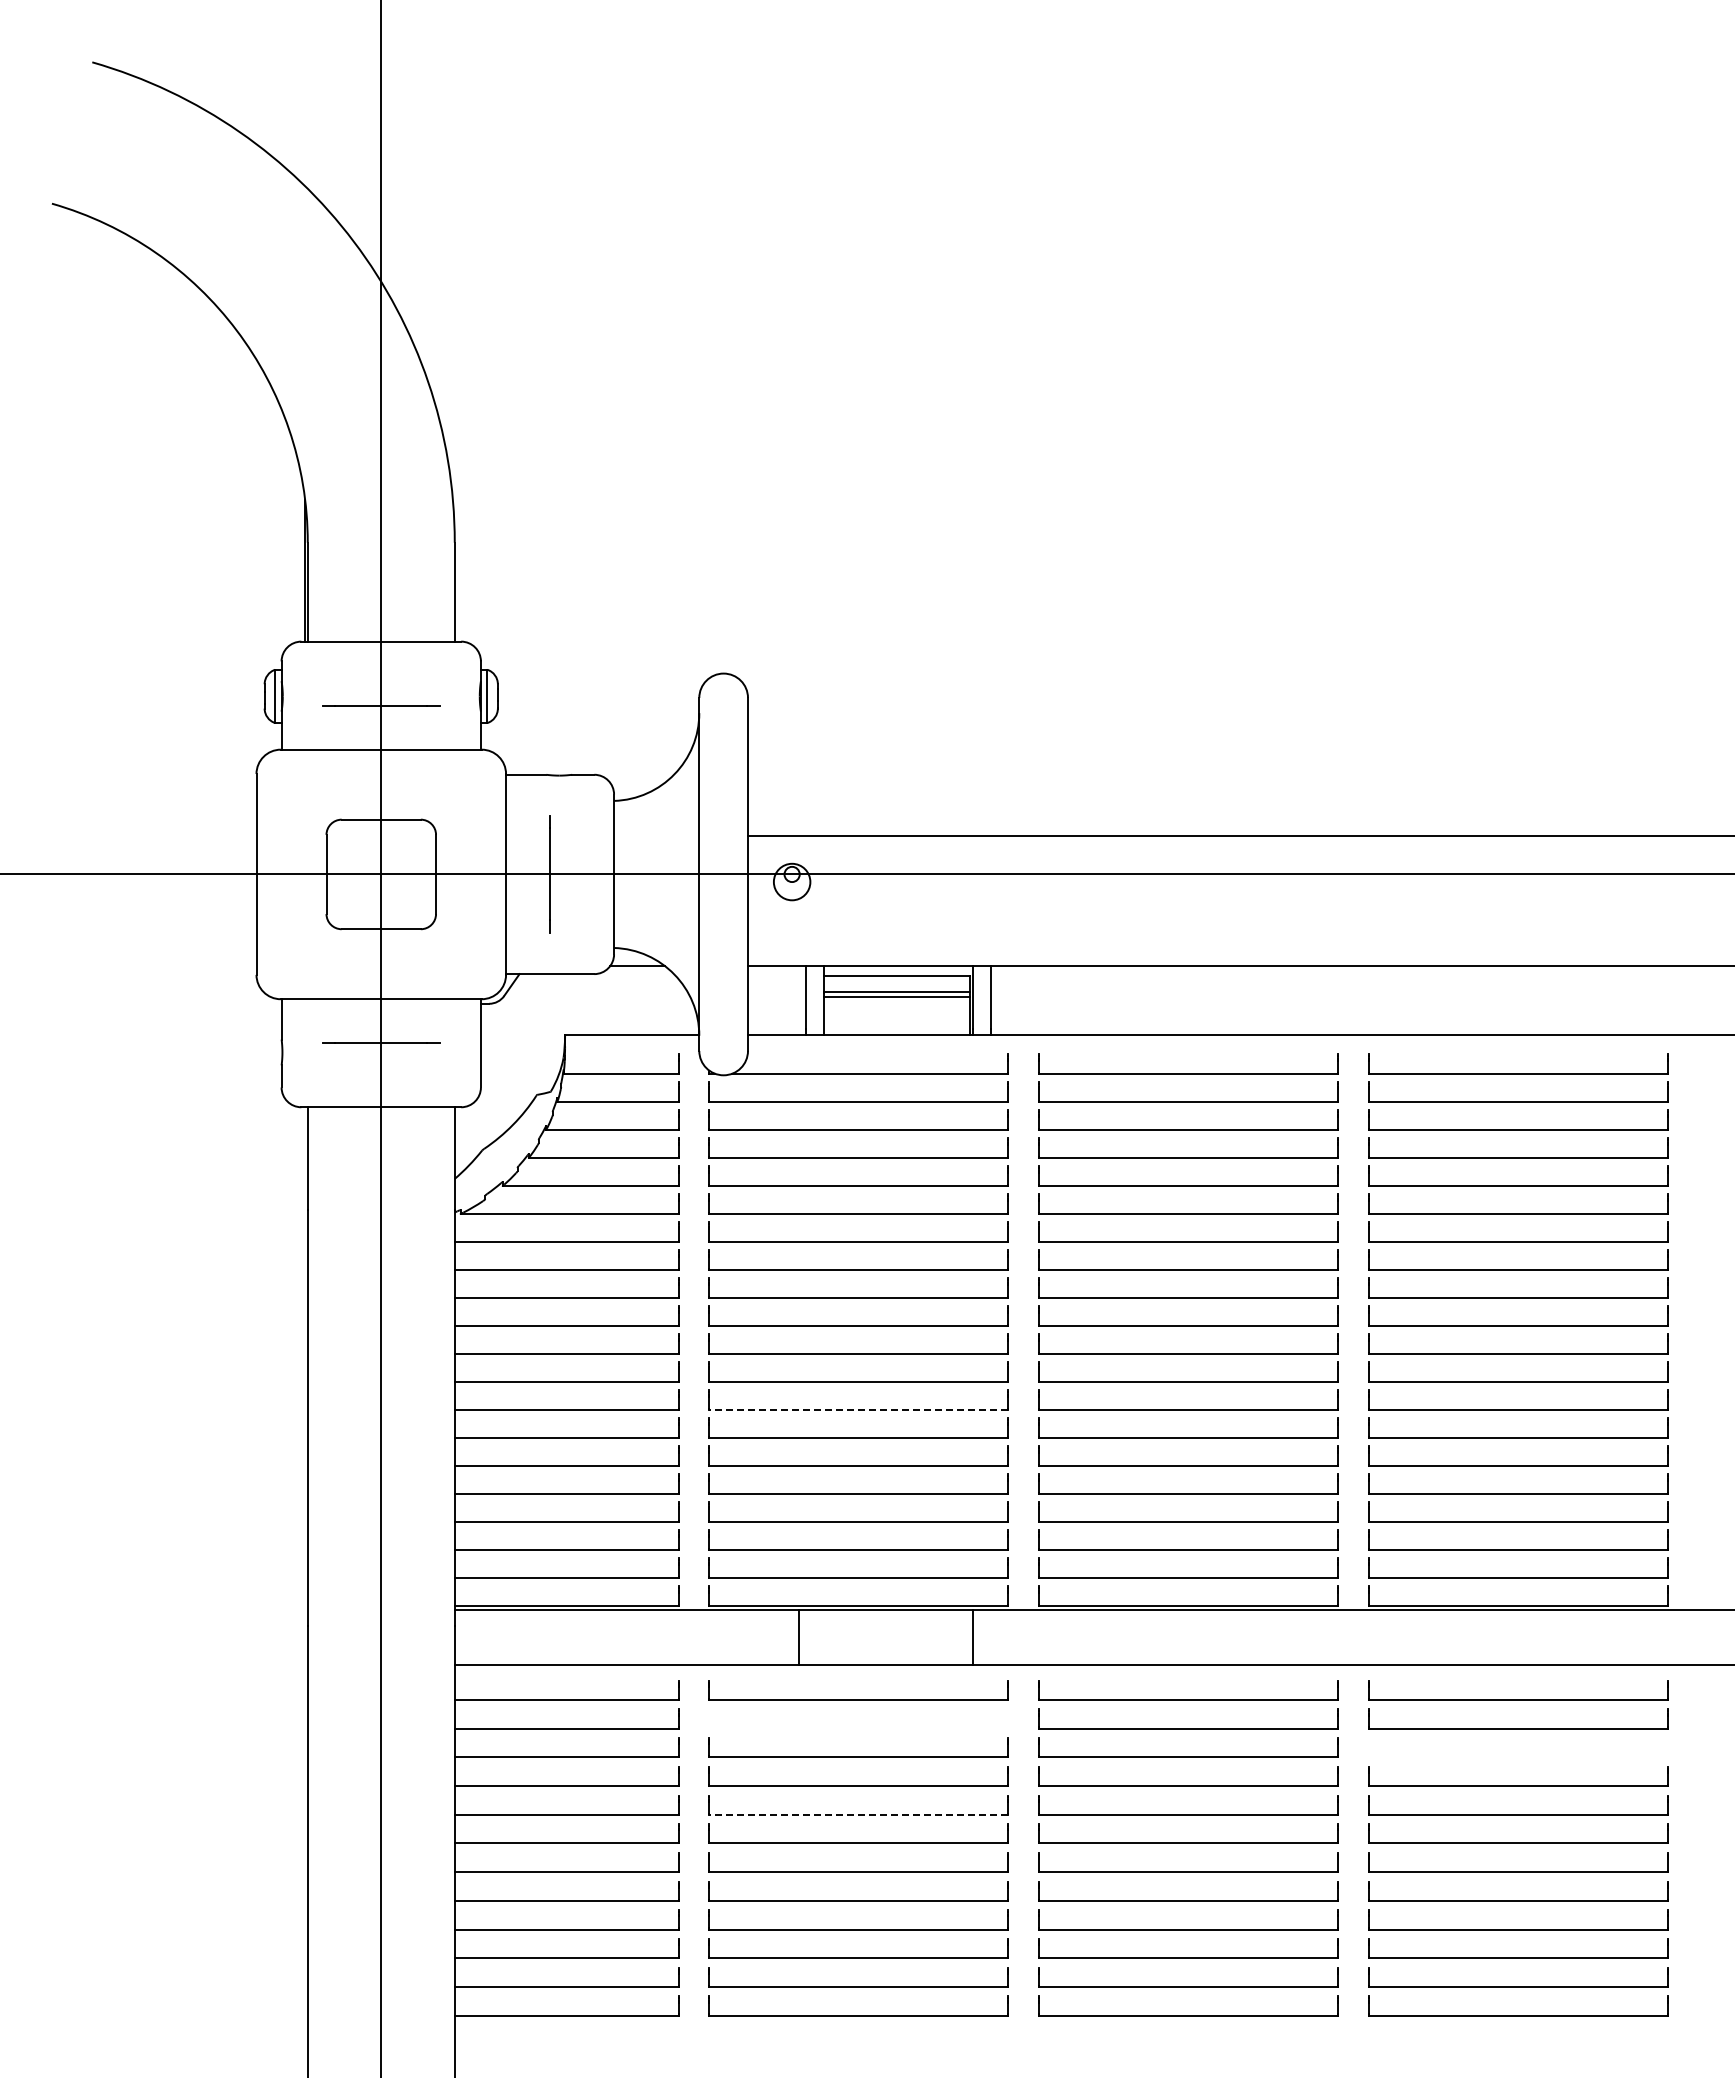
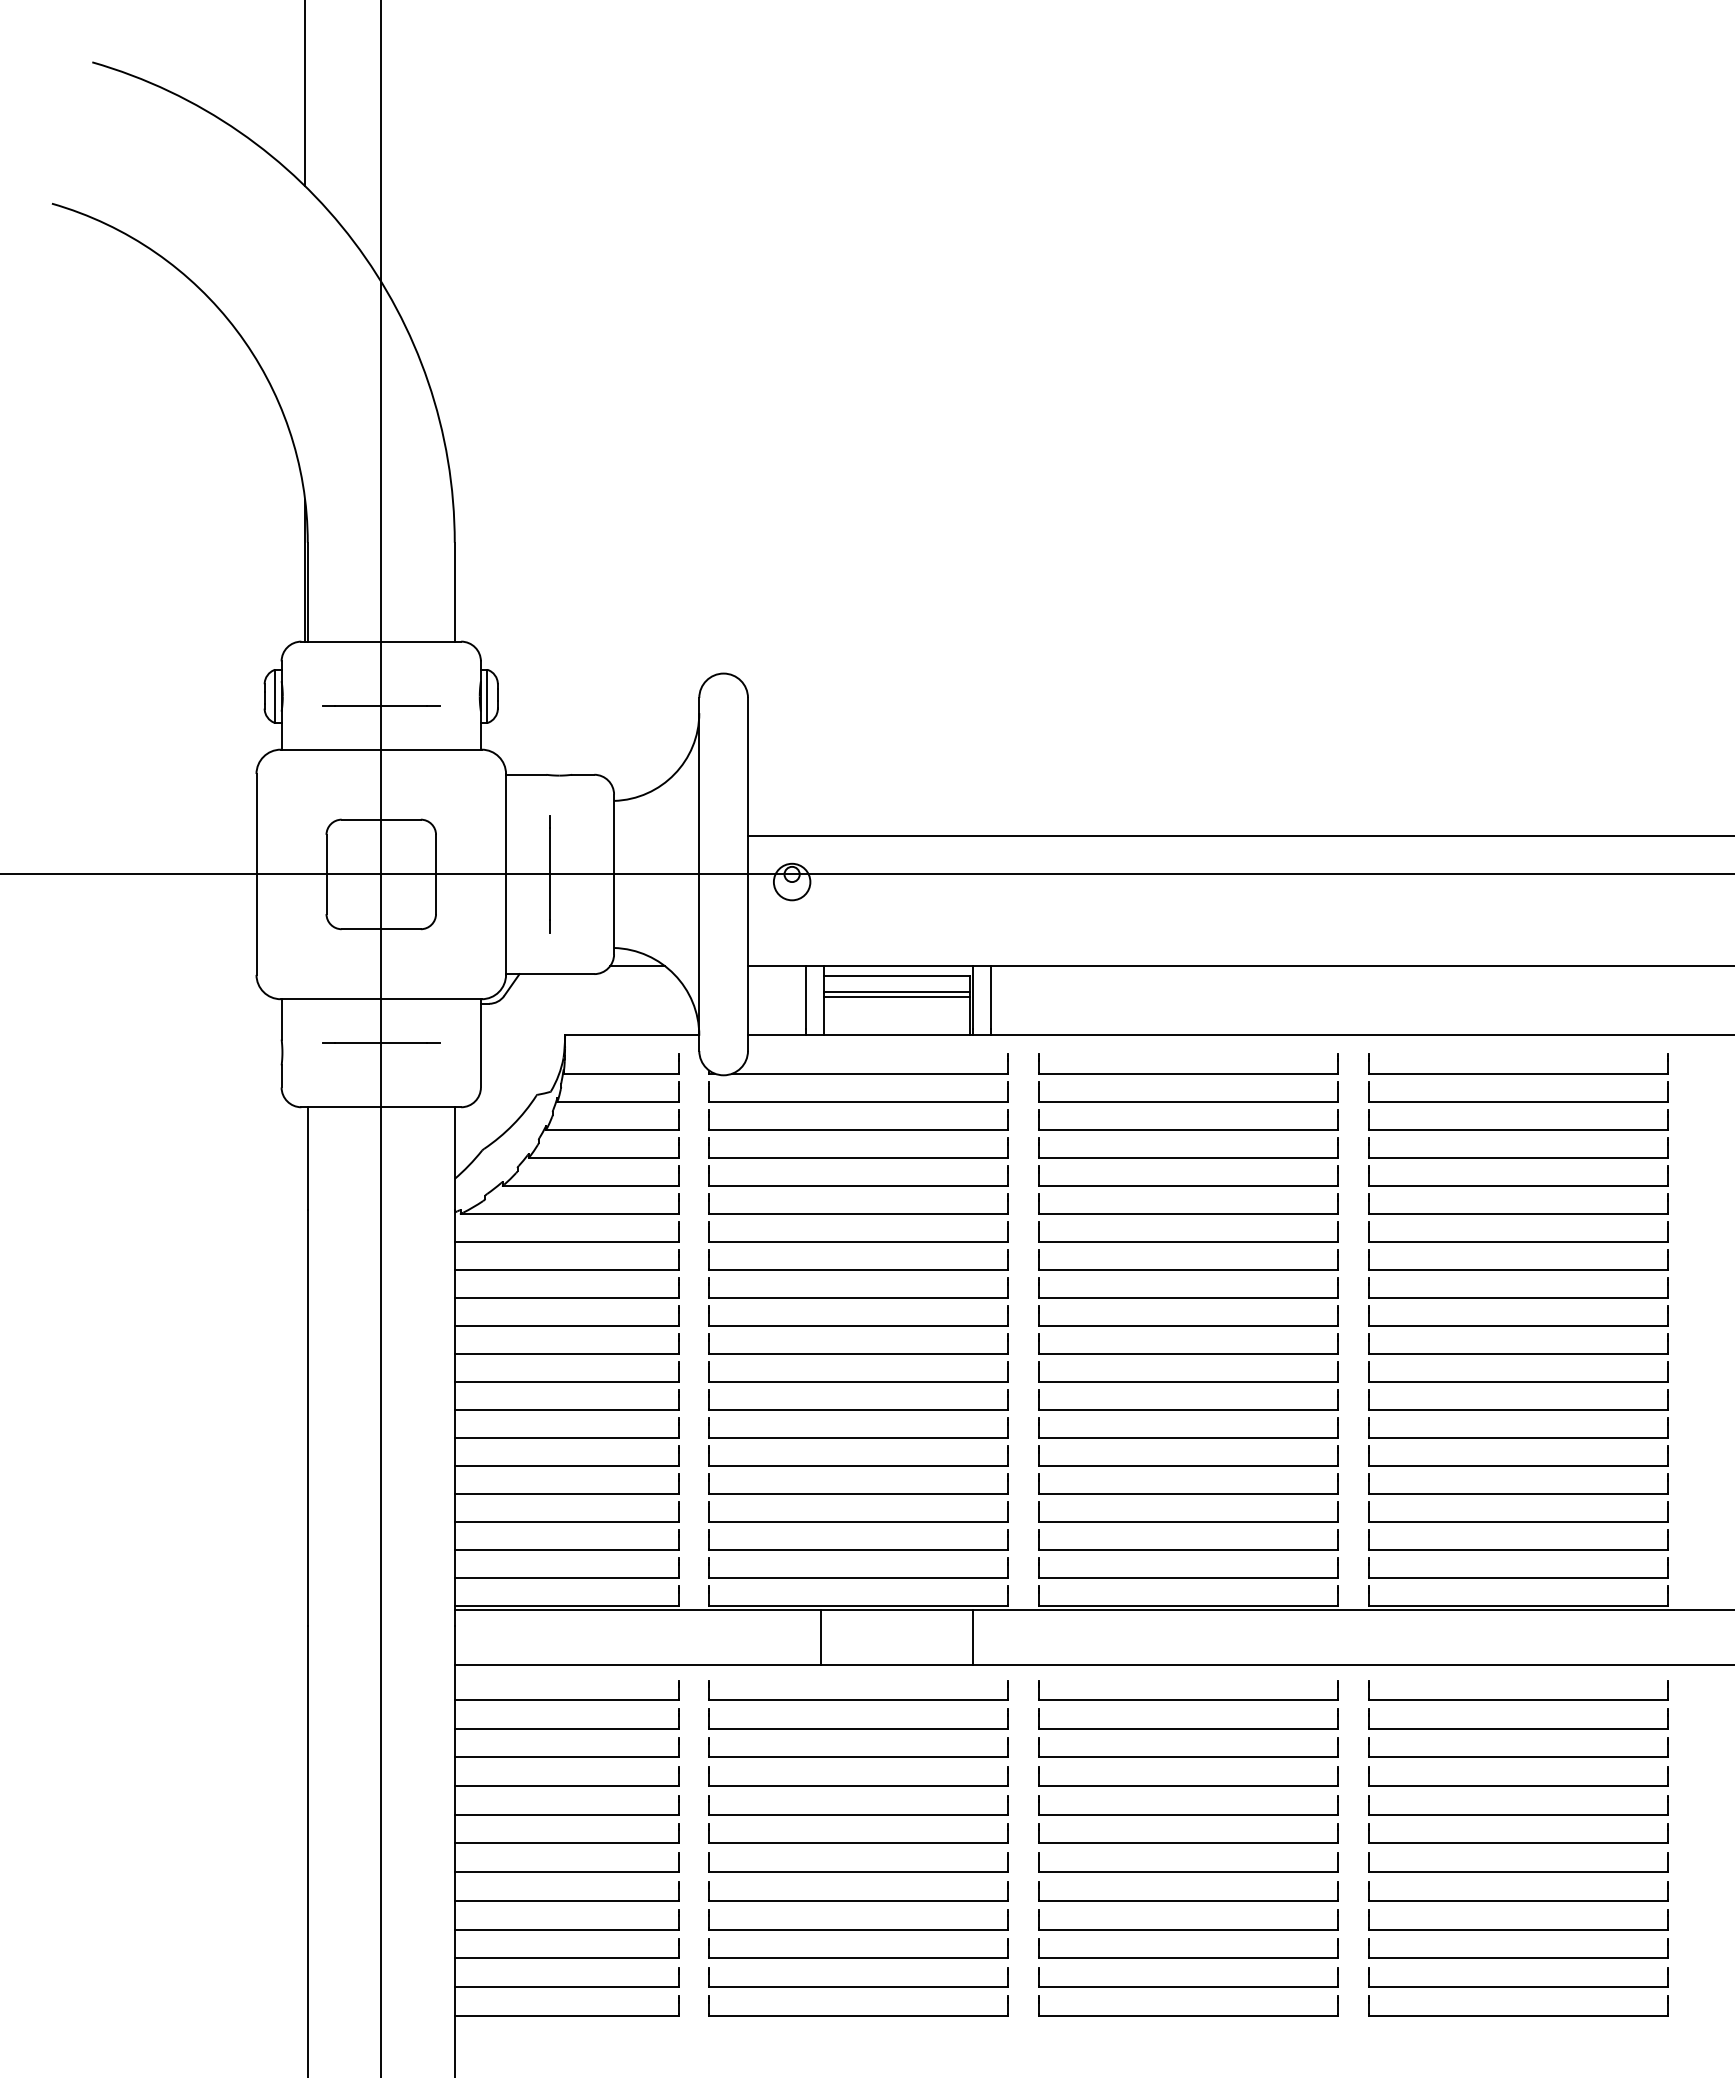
line at (305, 94): none -> present
line at (858, 1409): dashed -> solid
line at (799, 1637) position: (799, 1637) -> (821, 1637)
part at (858, 1728): none -> present
part at (1518, 1756): none -> present
line at (858, 1814): dashed -> solid
